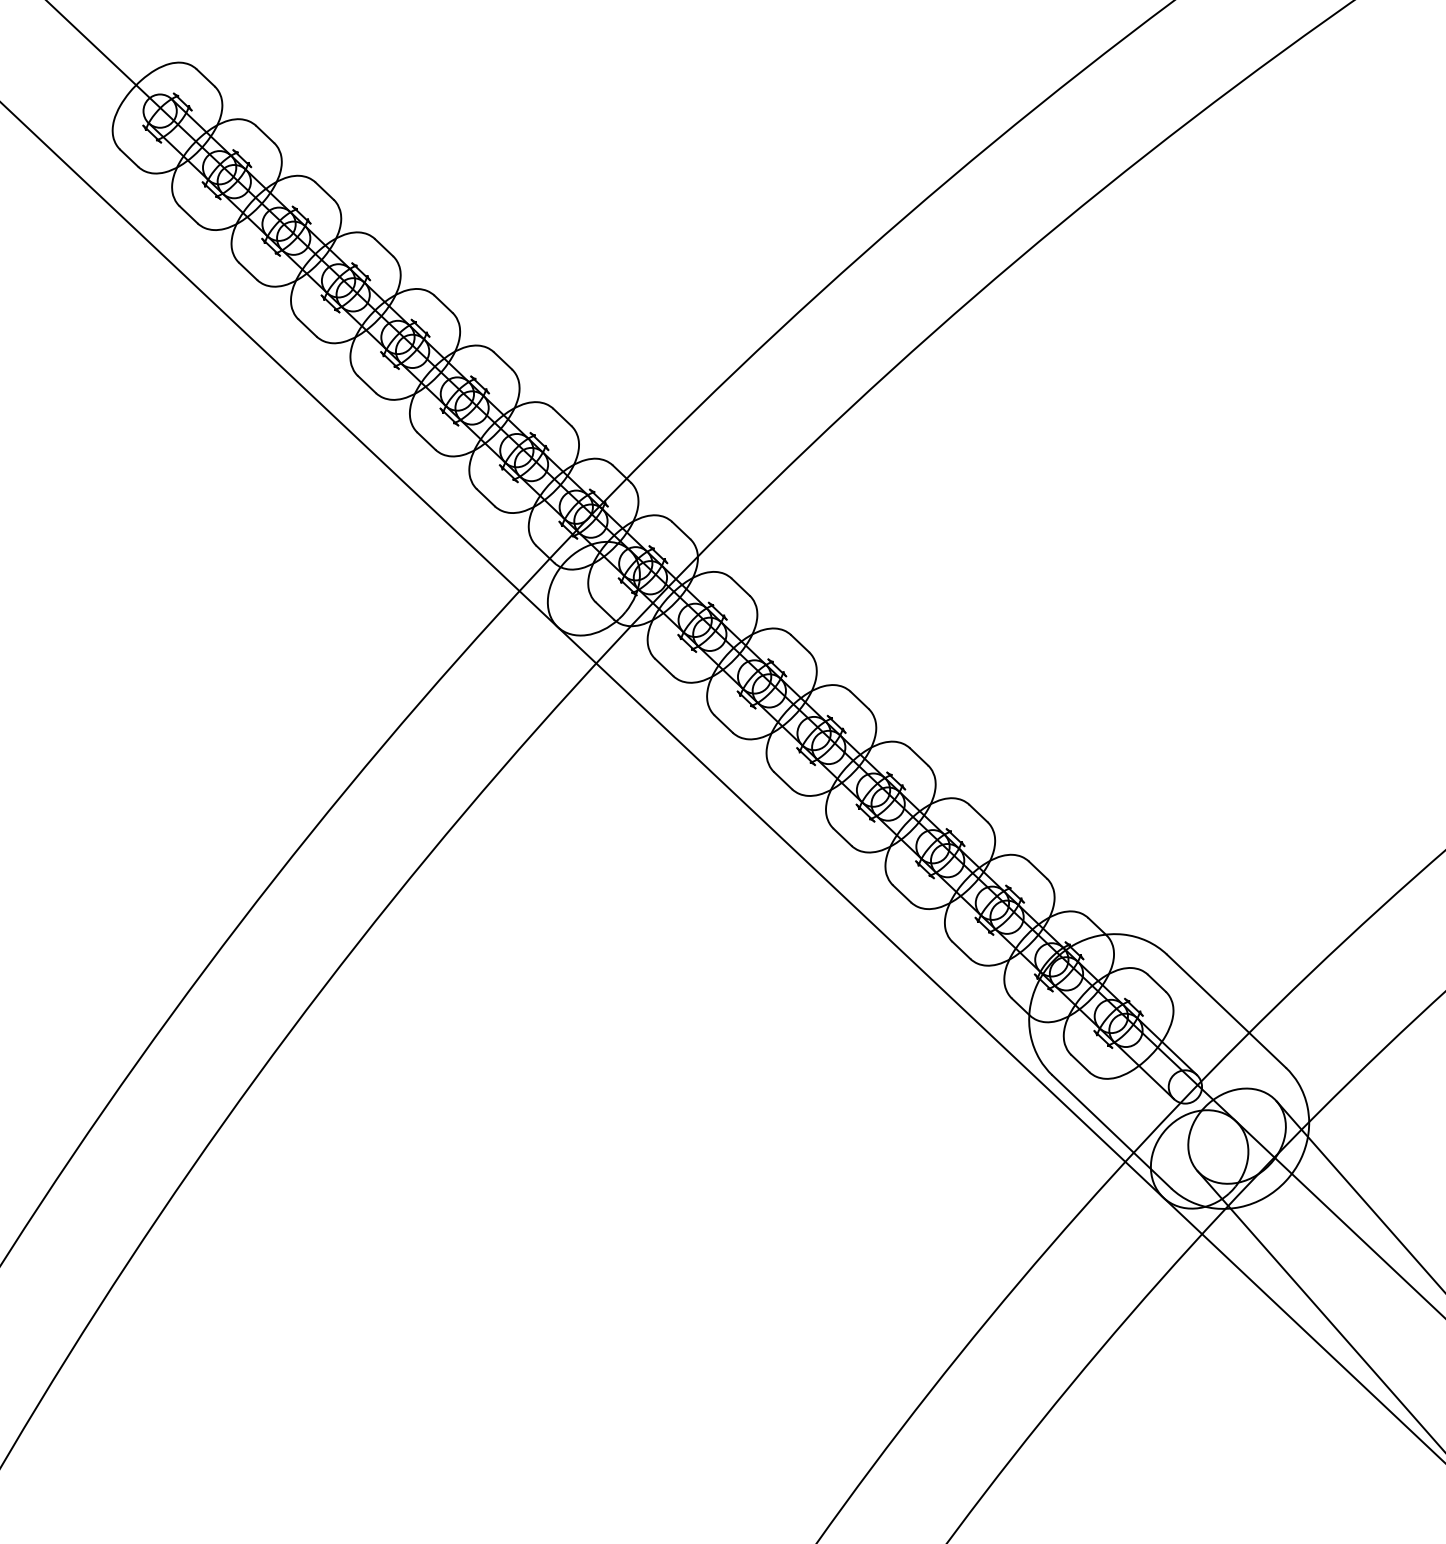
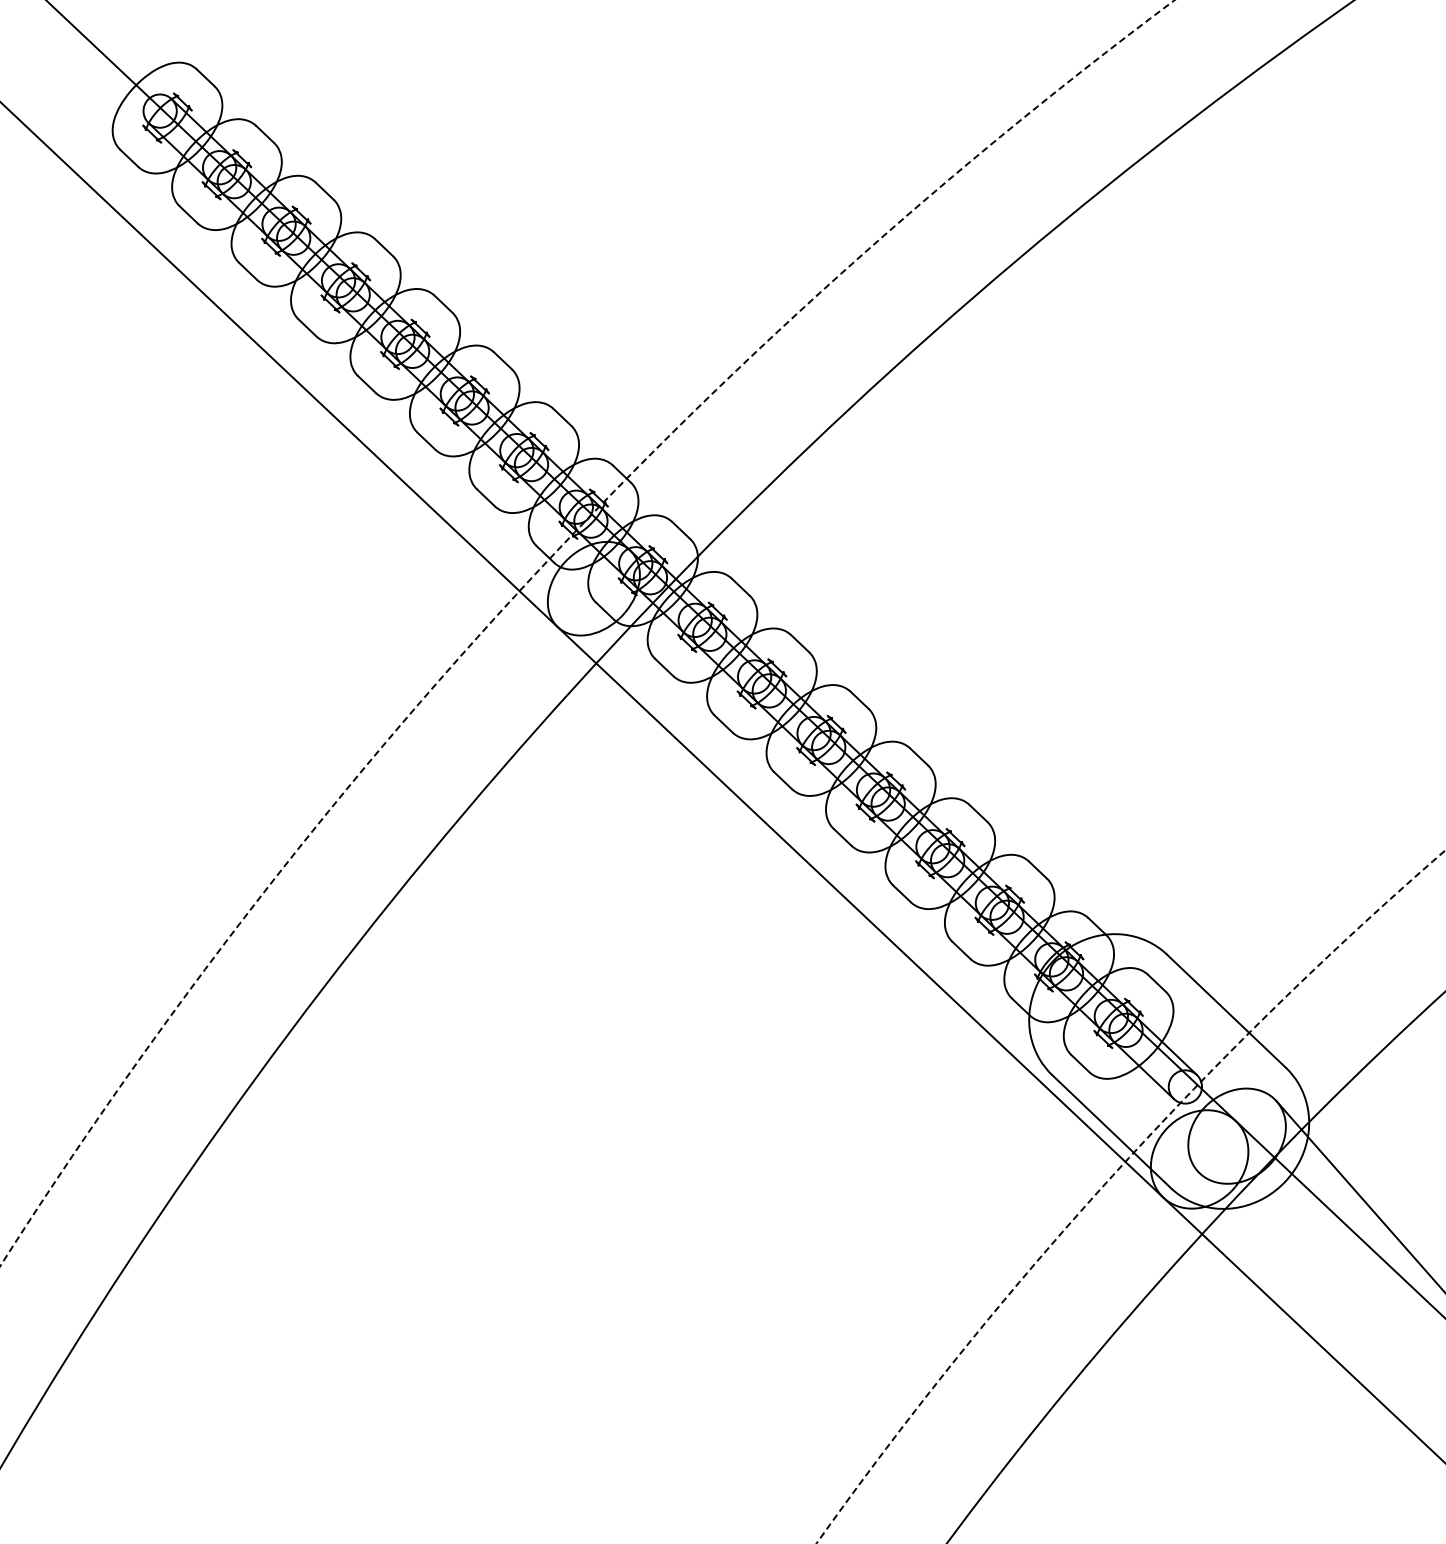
circle at (587, 633): solid -> dashed
circle at (1130, 1196): solid -> dashed
line at (1319, 1310): present -> none
